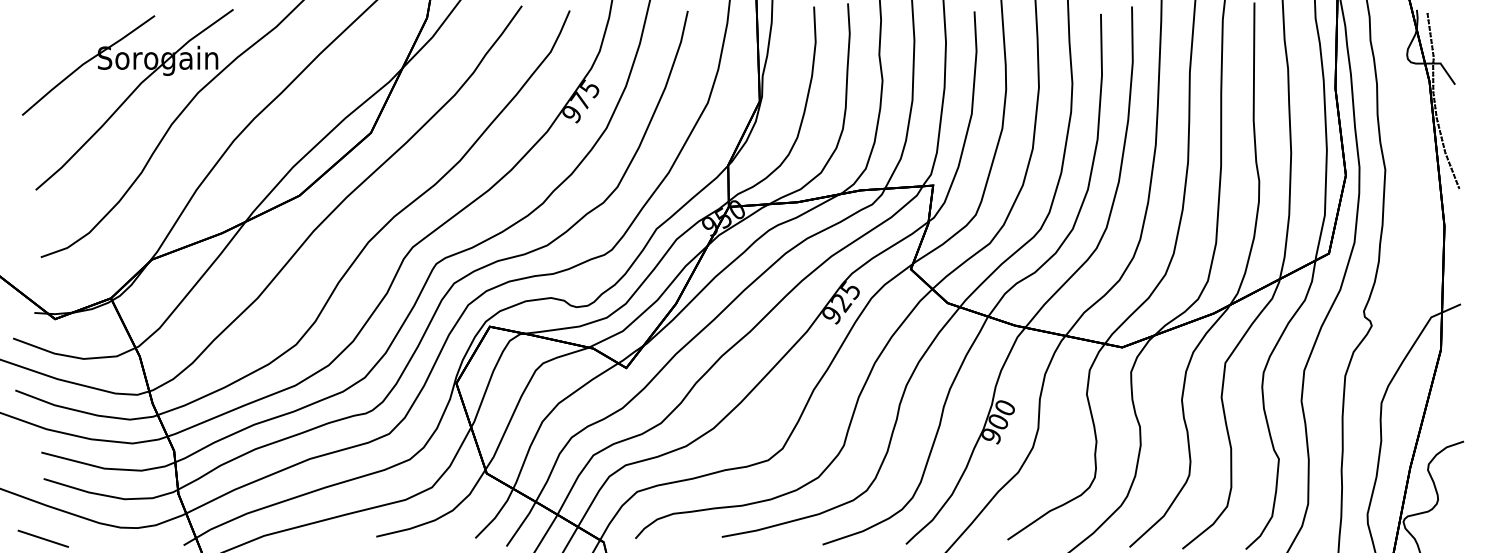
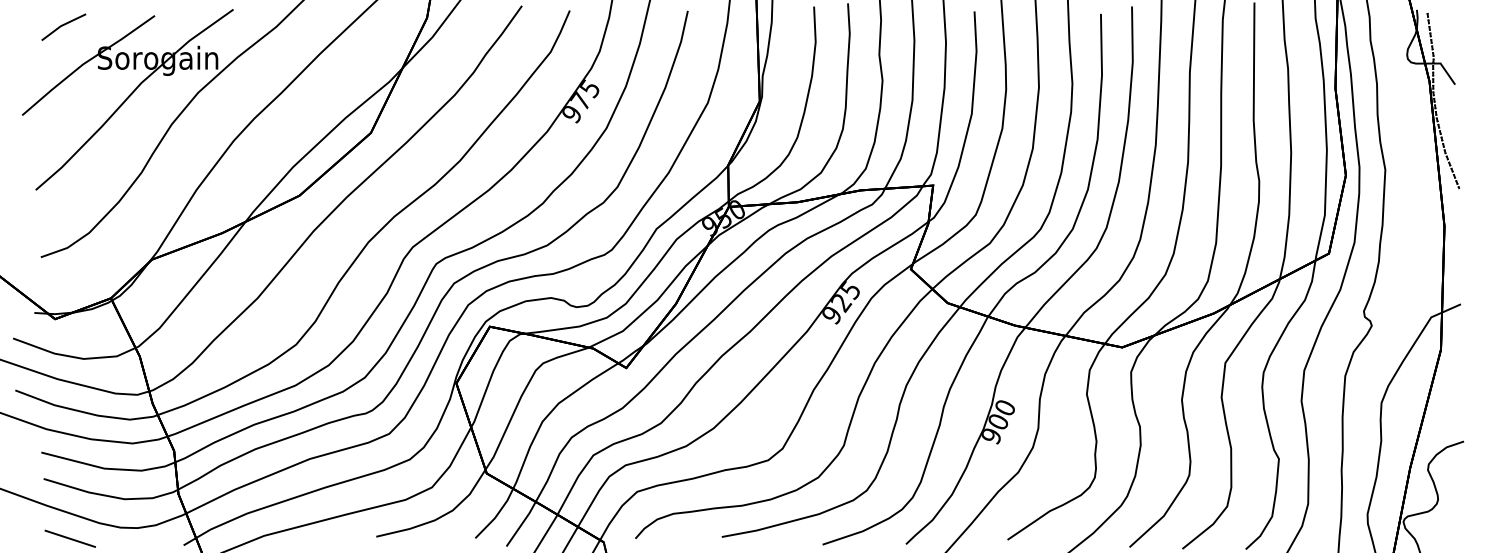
line at (63, 25): none -> present
line at (42, 538) position: (42, 538) -> (69, 538)
